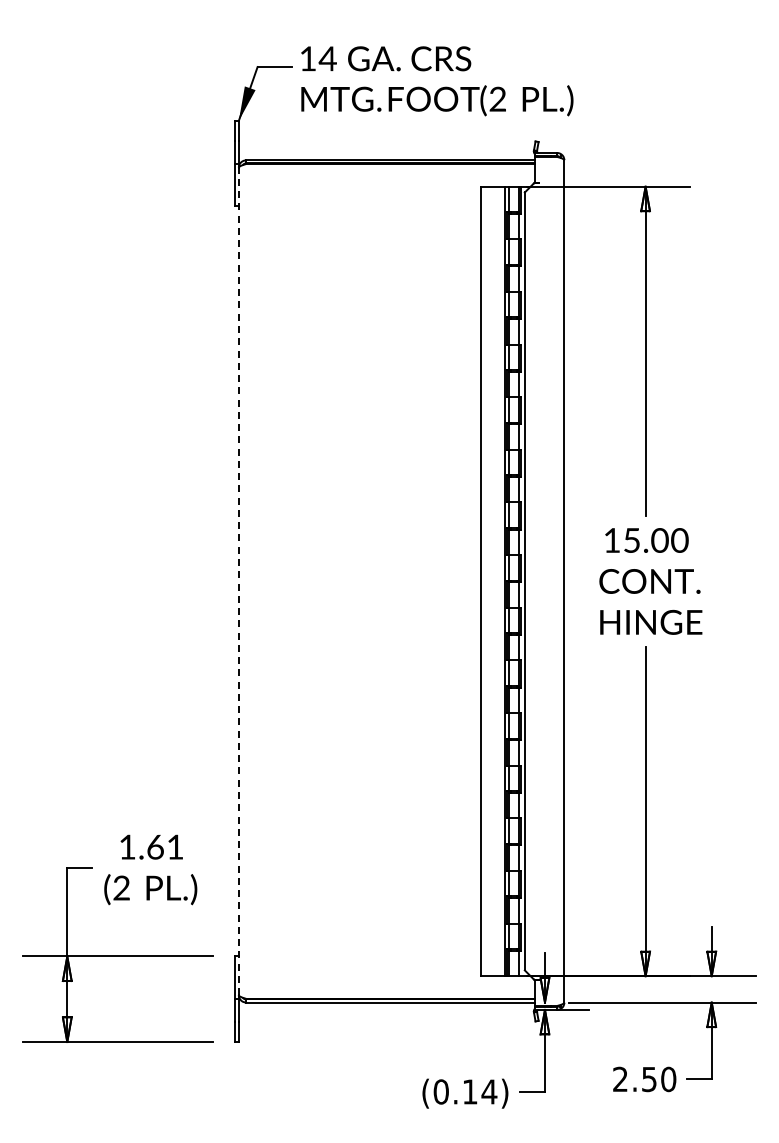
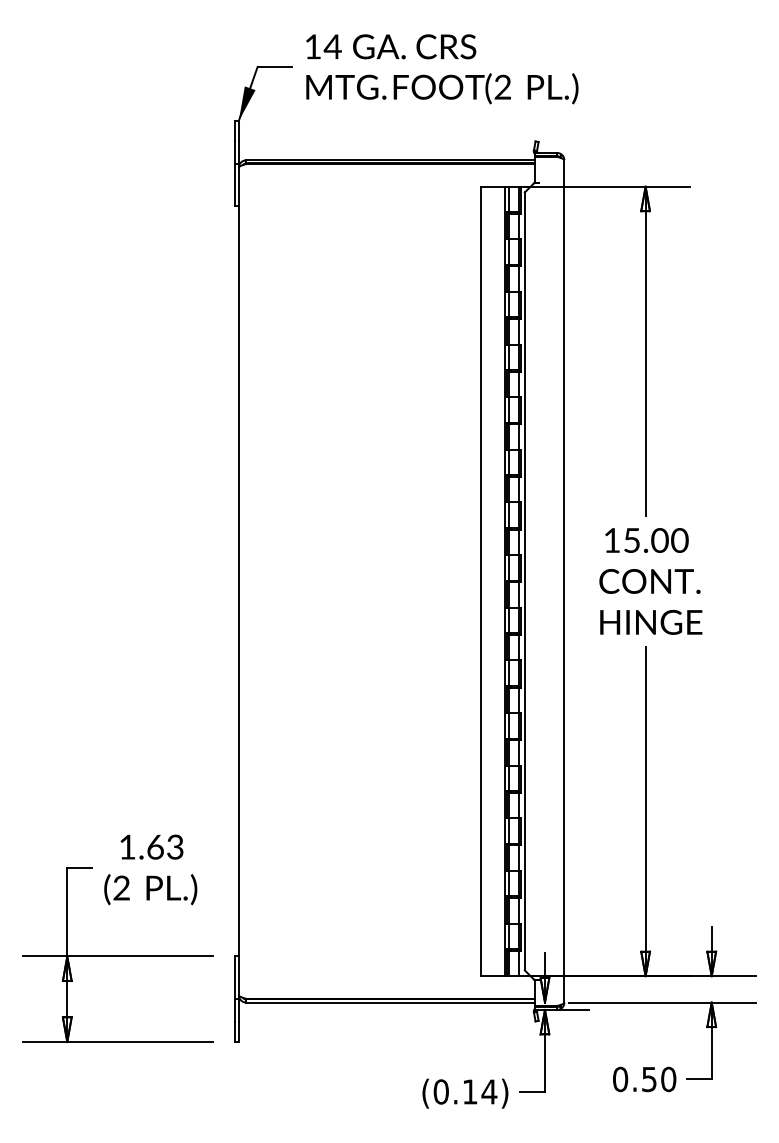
text at (437, 81) position: (437, 81) -> (442, 69)
line at (238, 581): dashed -> solid
text at (175, 846): 1.61 -> 1.63
text at (620, 1079): 2.50 -> 0.50
